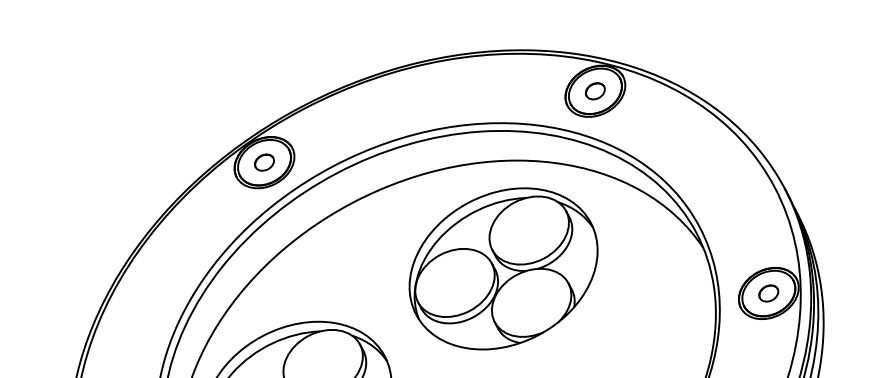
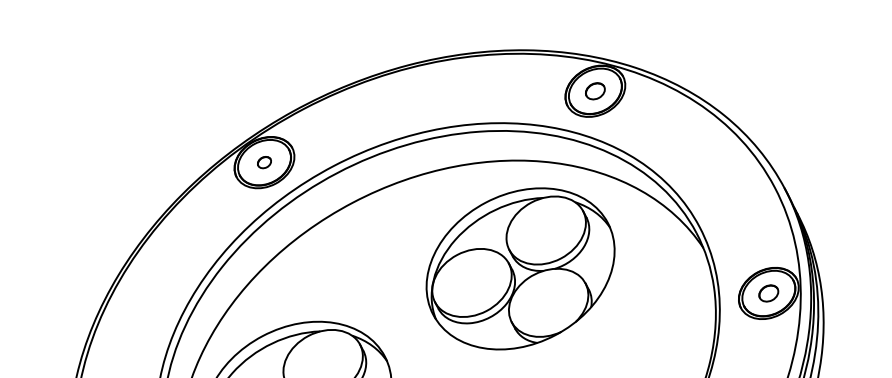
part at (264, 162) size: 21x19 px -> 15x14 px
part at (503, 268) position: (503, 268) -> (520, 268)
